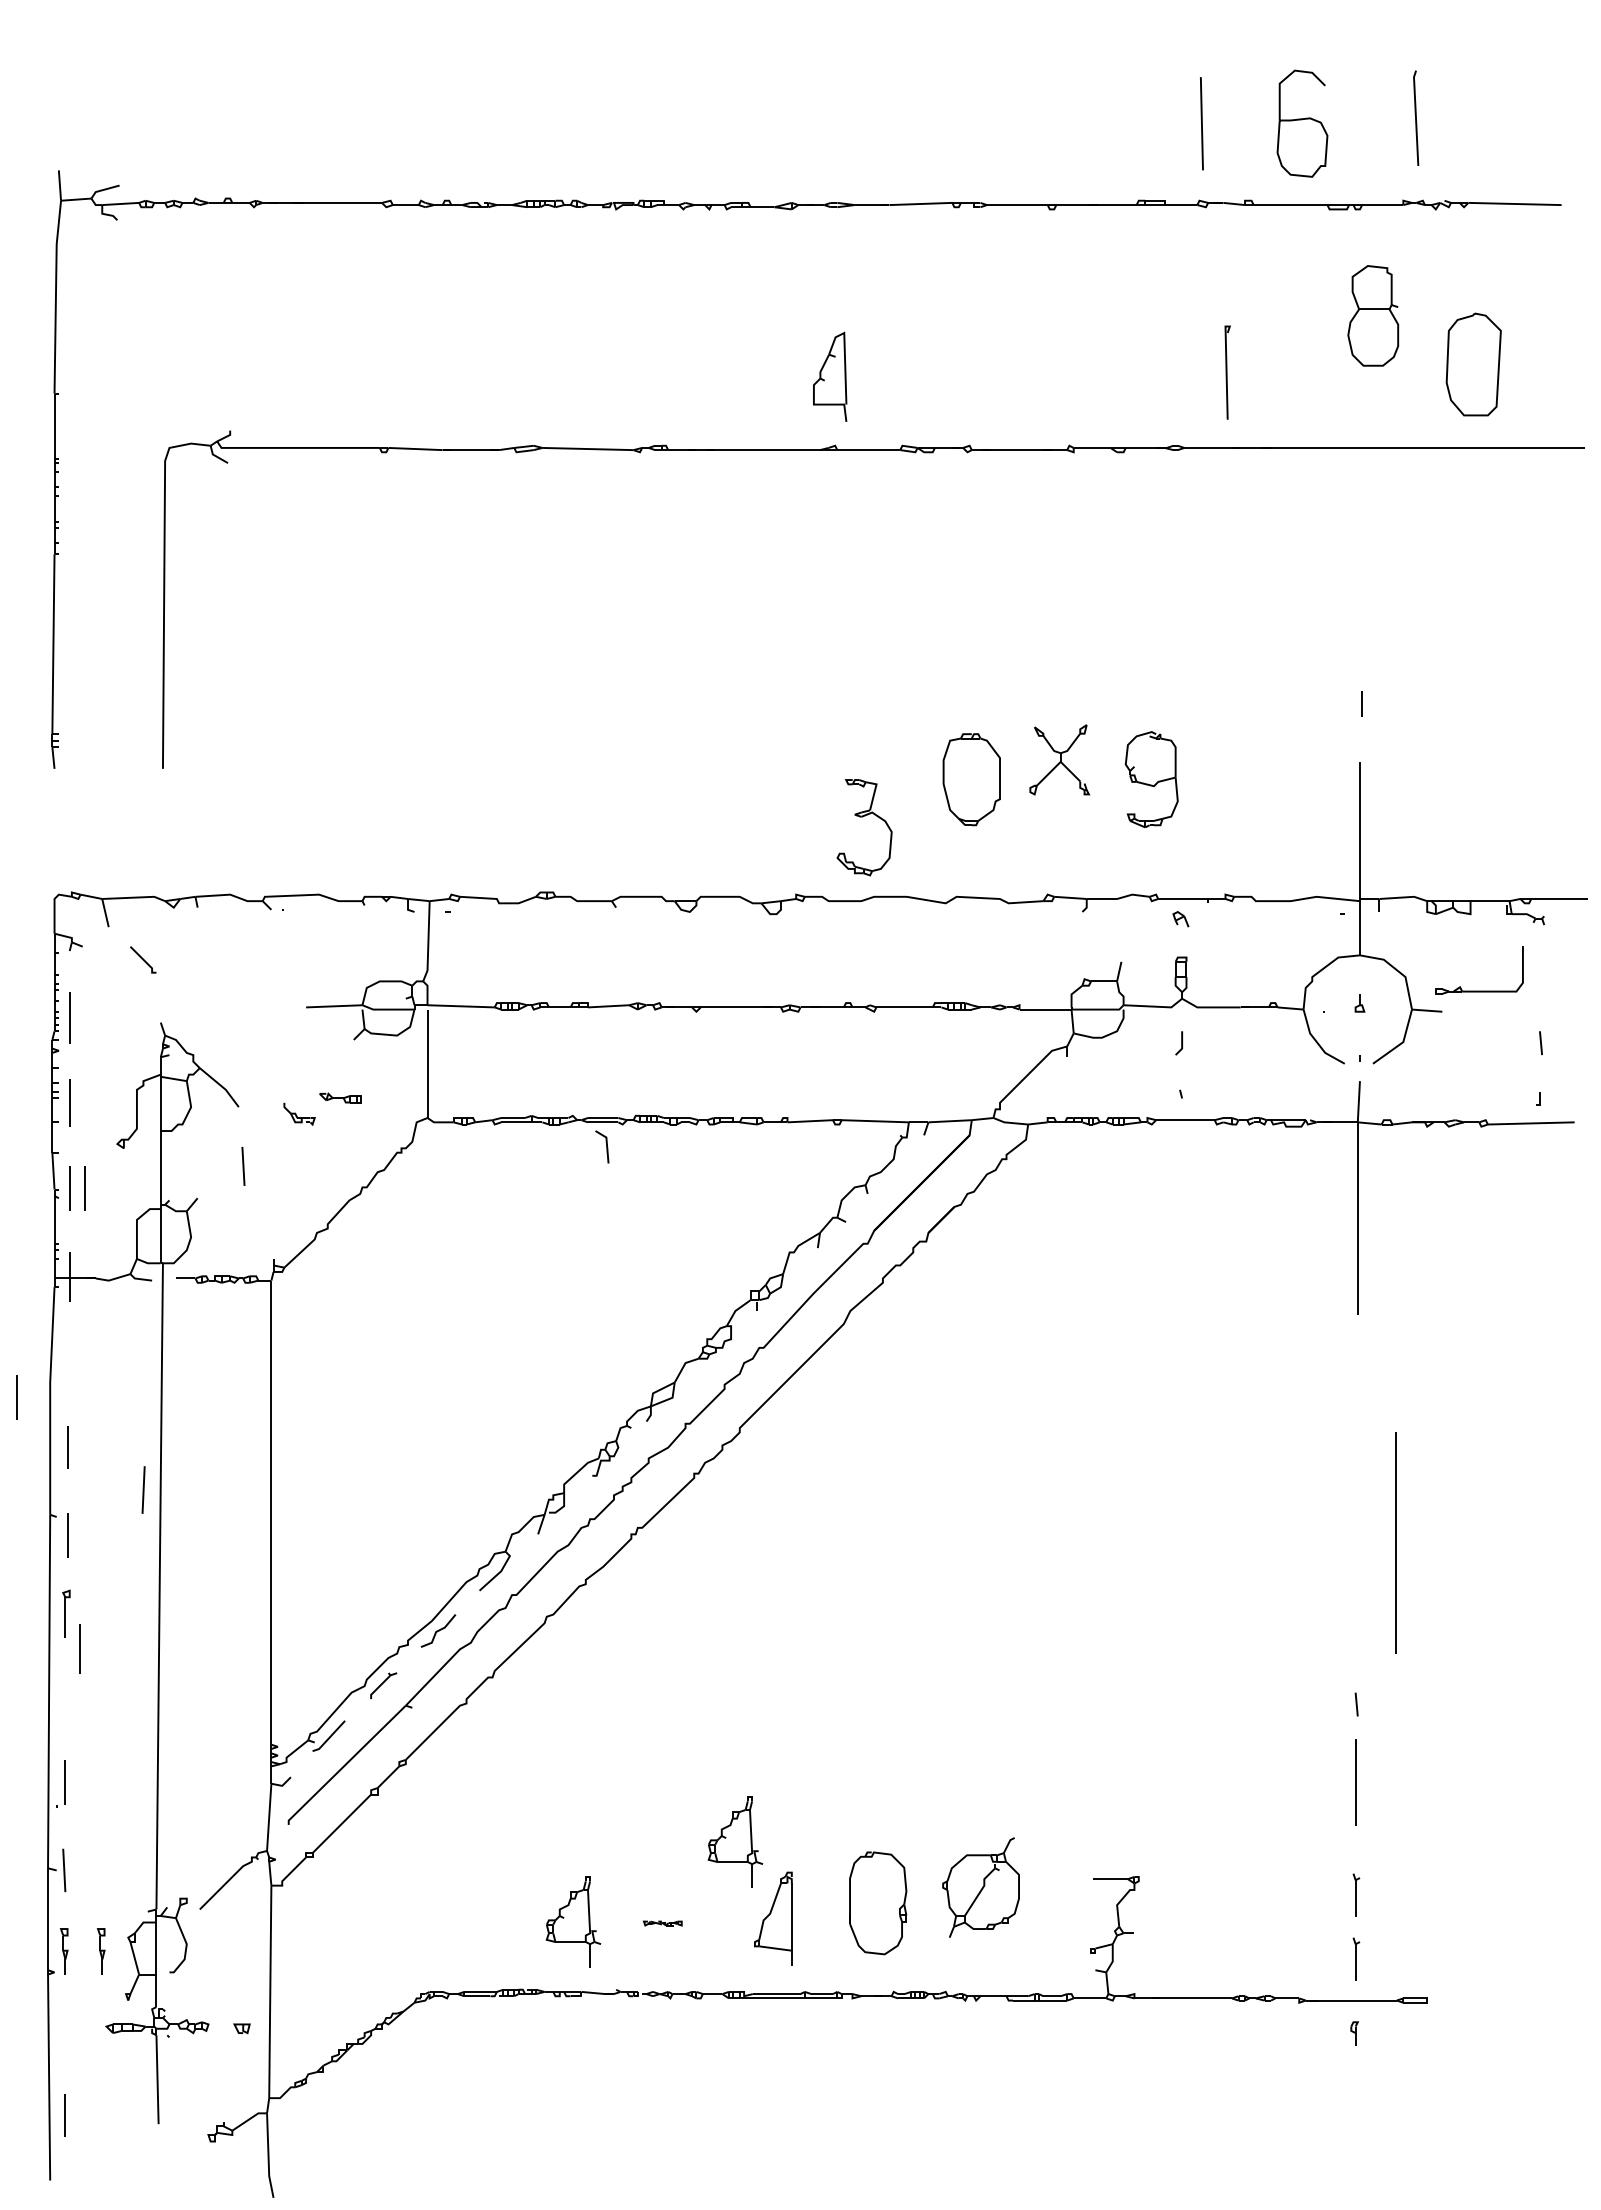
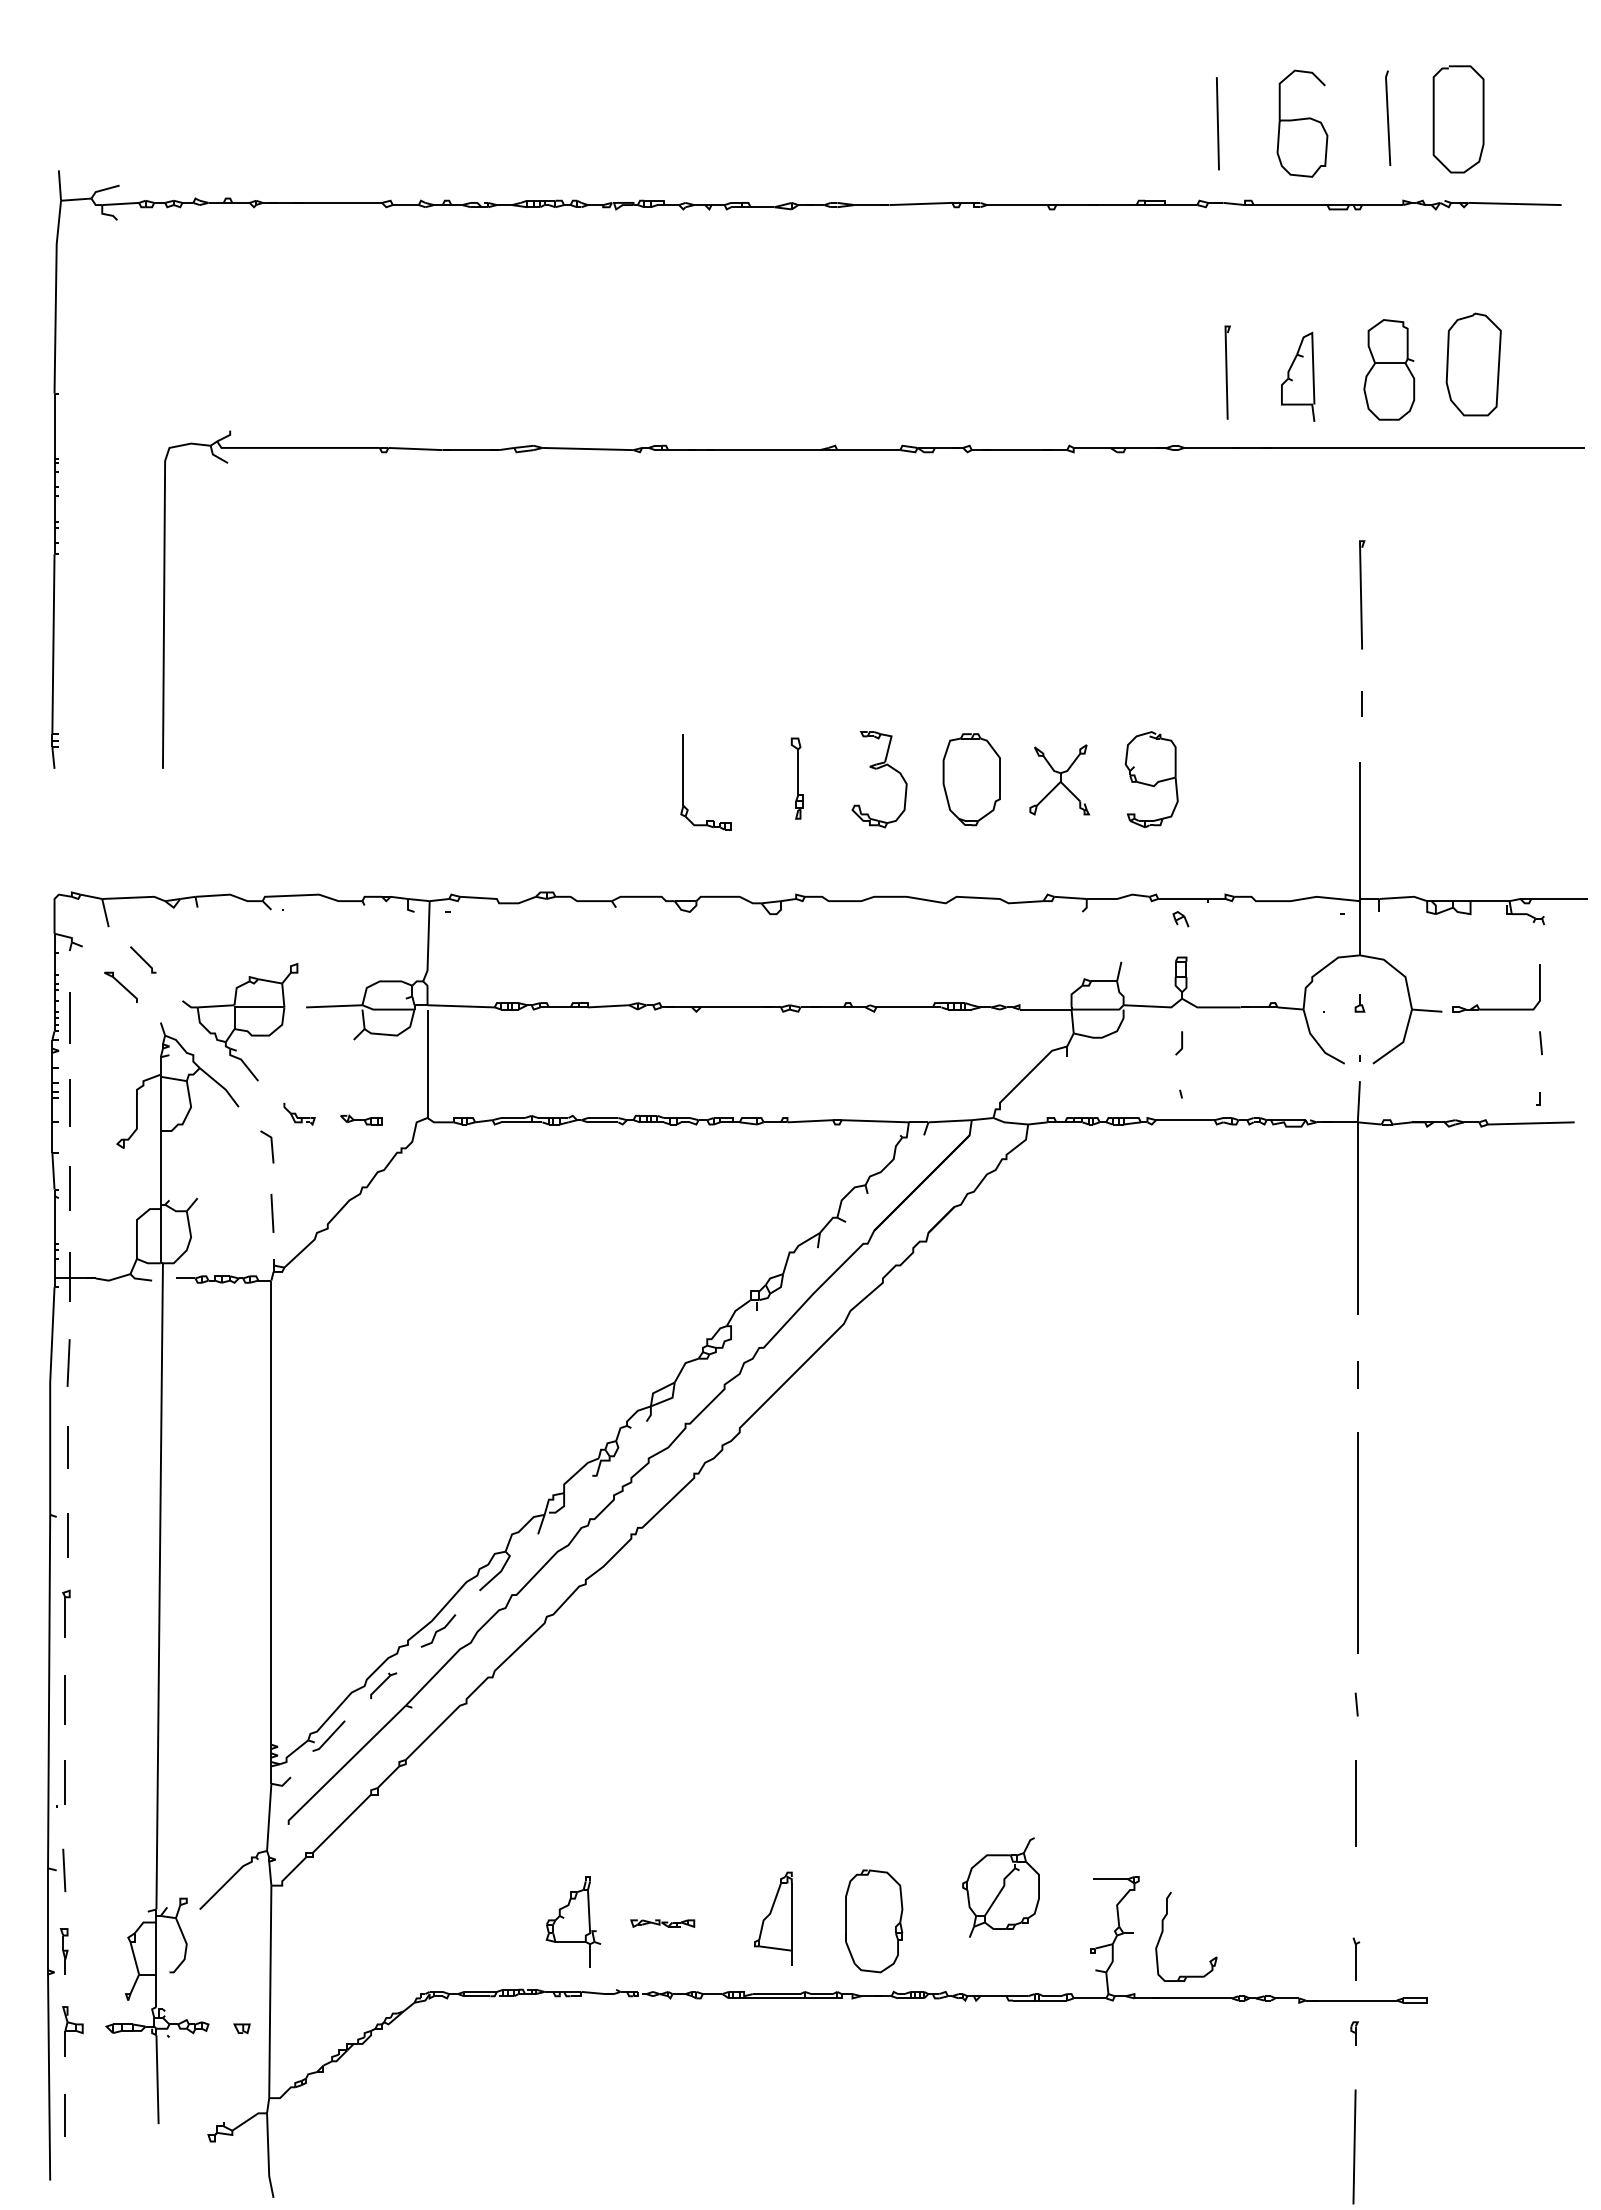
line at (1416, 117) position: (1416, 117) -> (1388, 117)
curve at (1434, 119): none -> present
line at (1201, 123) position: (1201, 123) -> (1217, 123)
part at (1373, 315) position: (1373, 315) -> (1389, 369)
part at (830, 376) position: (830, 376) -> (1298, 376)
line at (1361, 594): none -> present
part at (1059, 759) position: (1059, 759) -> (1059, 779)
part at (796, 778): none -> present
part at (683, 782): none -> present
part at (862, 817) position: (862, 817) -> (877, 769)
part at (120, 986): none -> present
part at (1479, 990) position: (1479, 990) -> (1496, 1008)
part at (240, 1022): none -> present
part at (340, 1097) position: (340, 1097) -> (361, 1119)
line at (606, 1146) position: (606, 1146) -> (271, 1146)
line at (243, 1166) position: (243, 1166) -> (272, 1213)
line at (84, 1188): present -> none
line at (1357, 1374): none -> present
line at (16, 1397): present -> none
line at (143, 1489) position: (143, 1489) -> (68, 1362)
line at (1395, 1542) position: (1395, 1542) -> (1357, 1542)
line at (79, 1648) position: (79, 1648) -> (64, 1699)
line at (1355, 1782) position: (1355, 1782) -> (1355, 1803)
part at (735, 1841): present -> none
part at (980, 1887) position: (980, 1887) -> (1000, 1887)
part at (1356, 1894): present -> none
part at (878, 1903) position: (878, 1903) -> (874, 1921)
part at (662, 1923) size: 40x7 px -> 66x9 px
part at (1163, 1932): none -> present
part at (100, 1951): present -> none
part at (72, 2031): none -> present
line at (1354, 2146): none -> present
